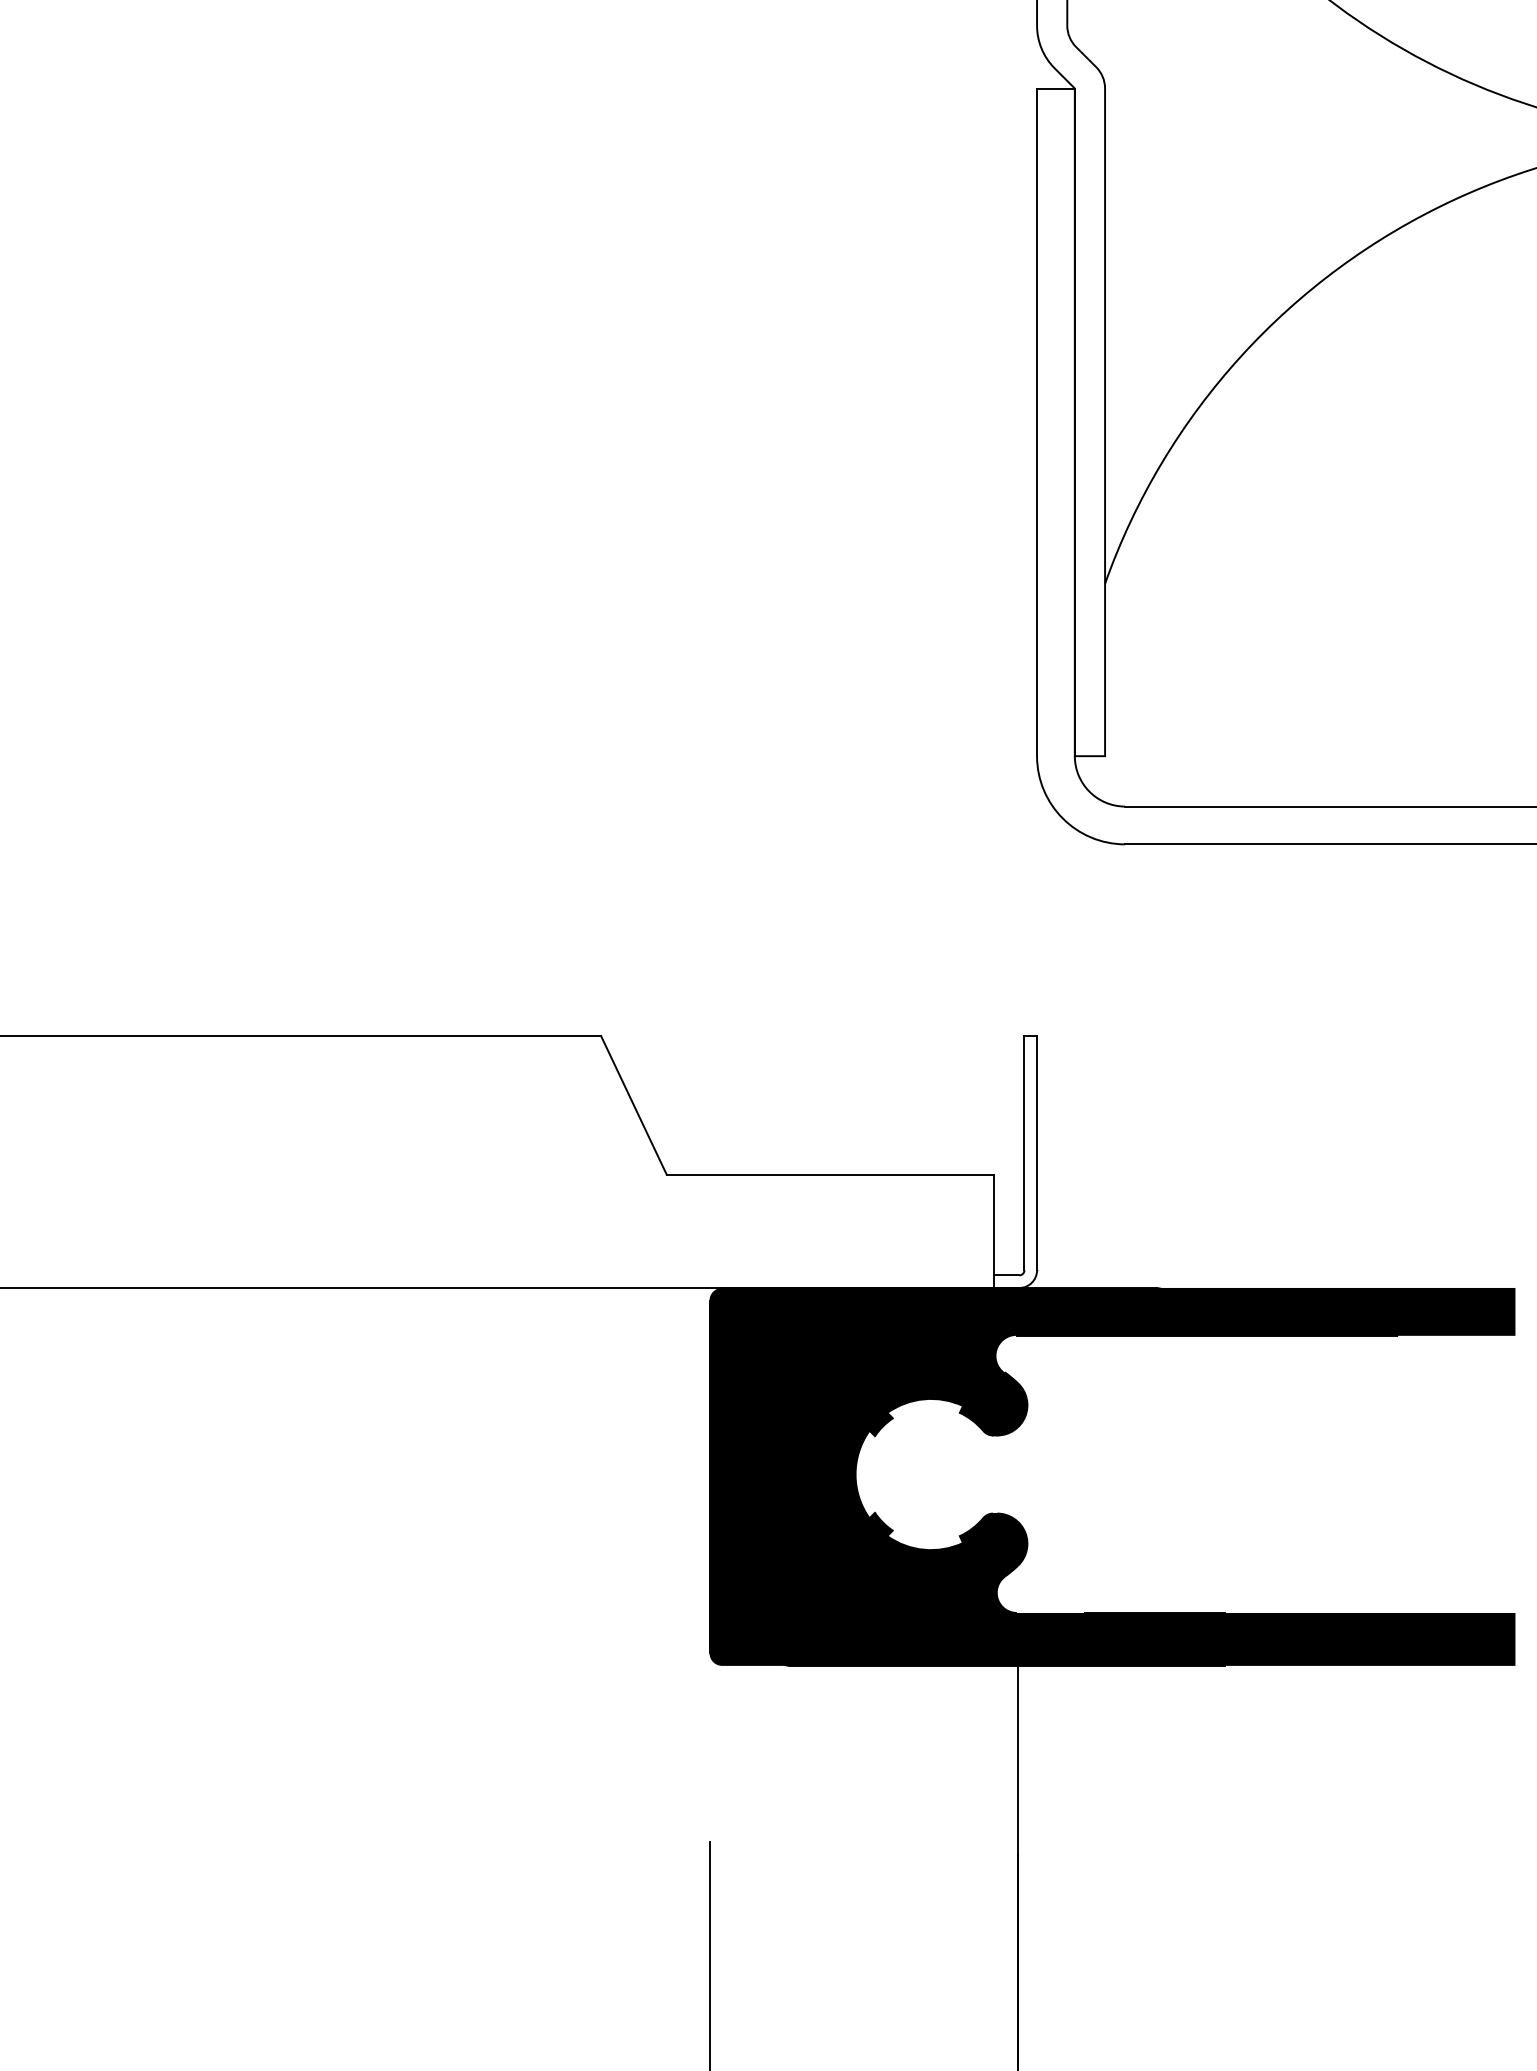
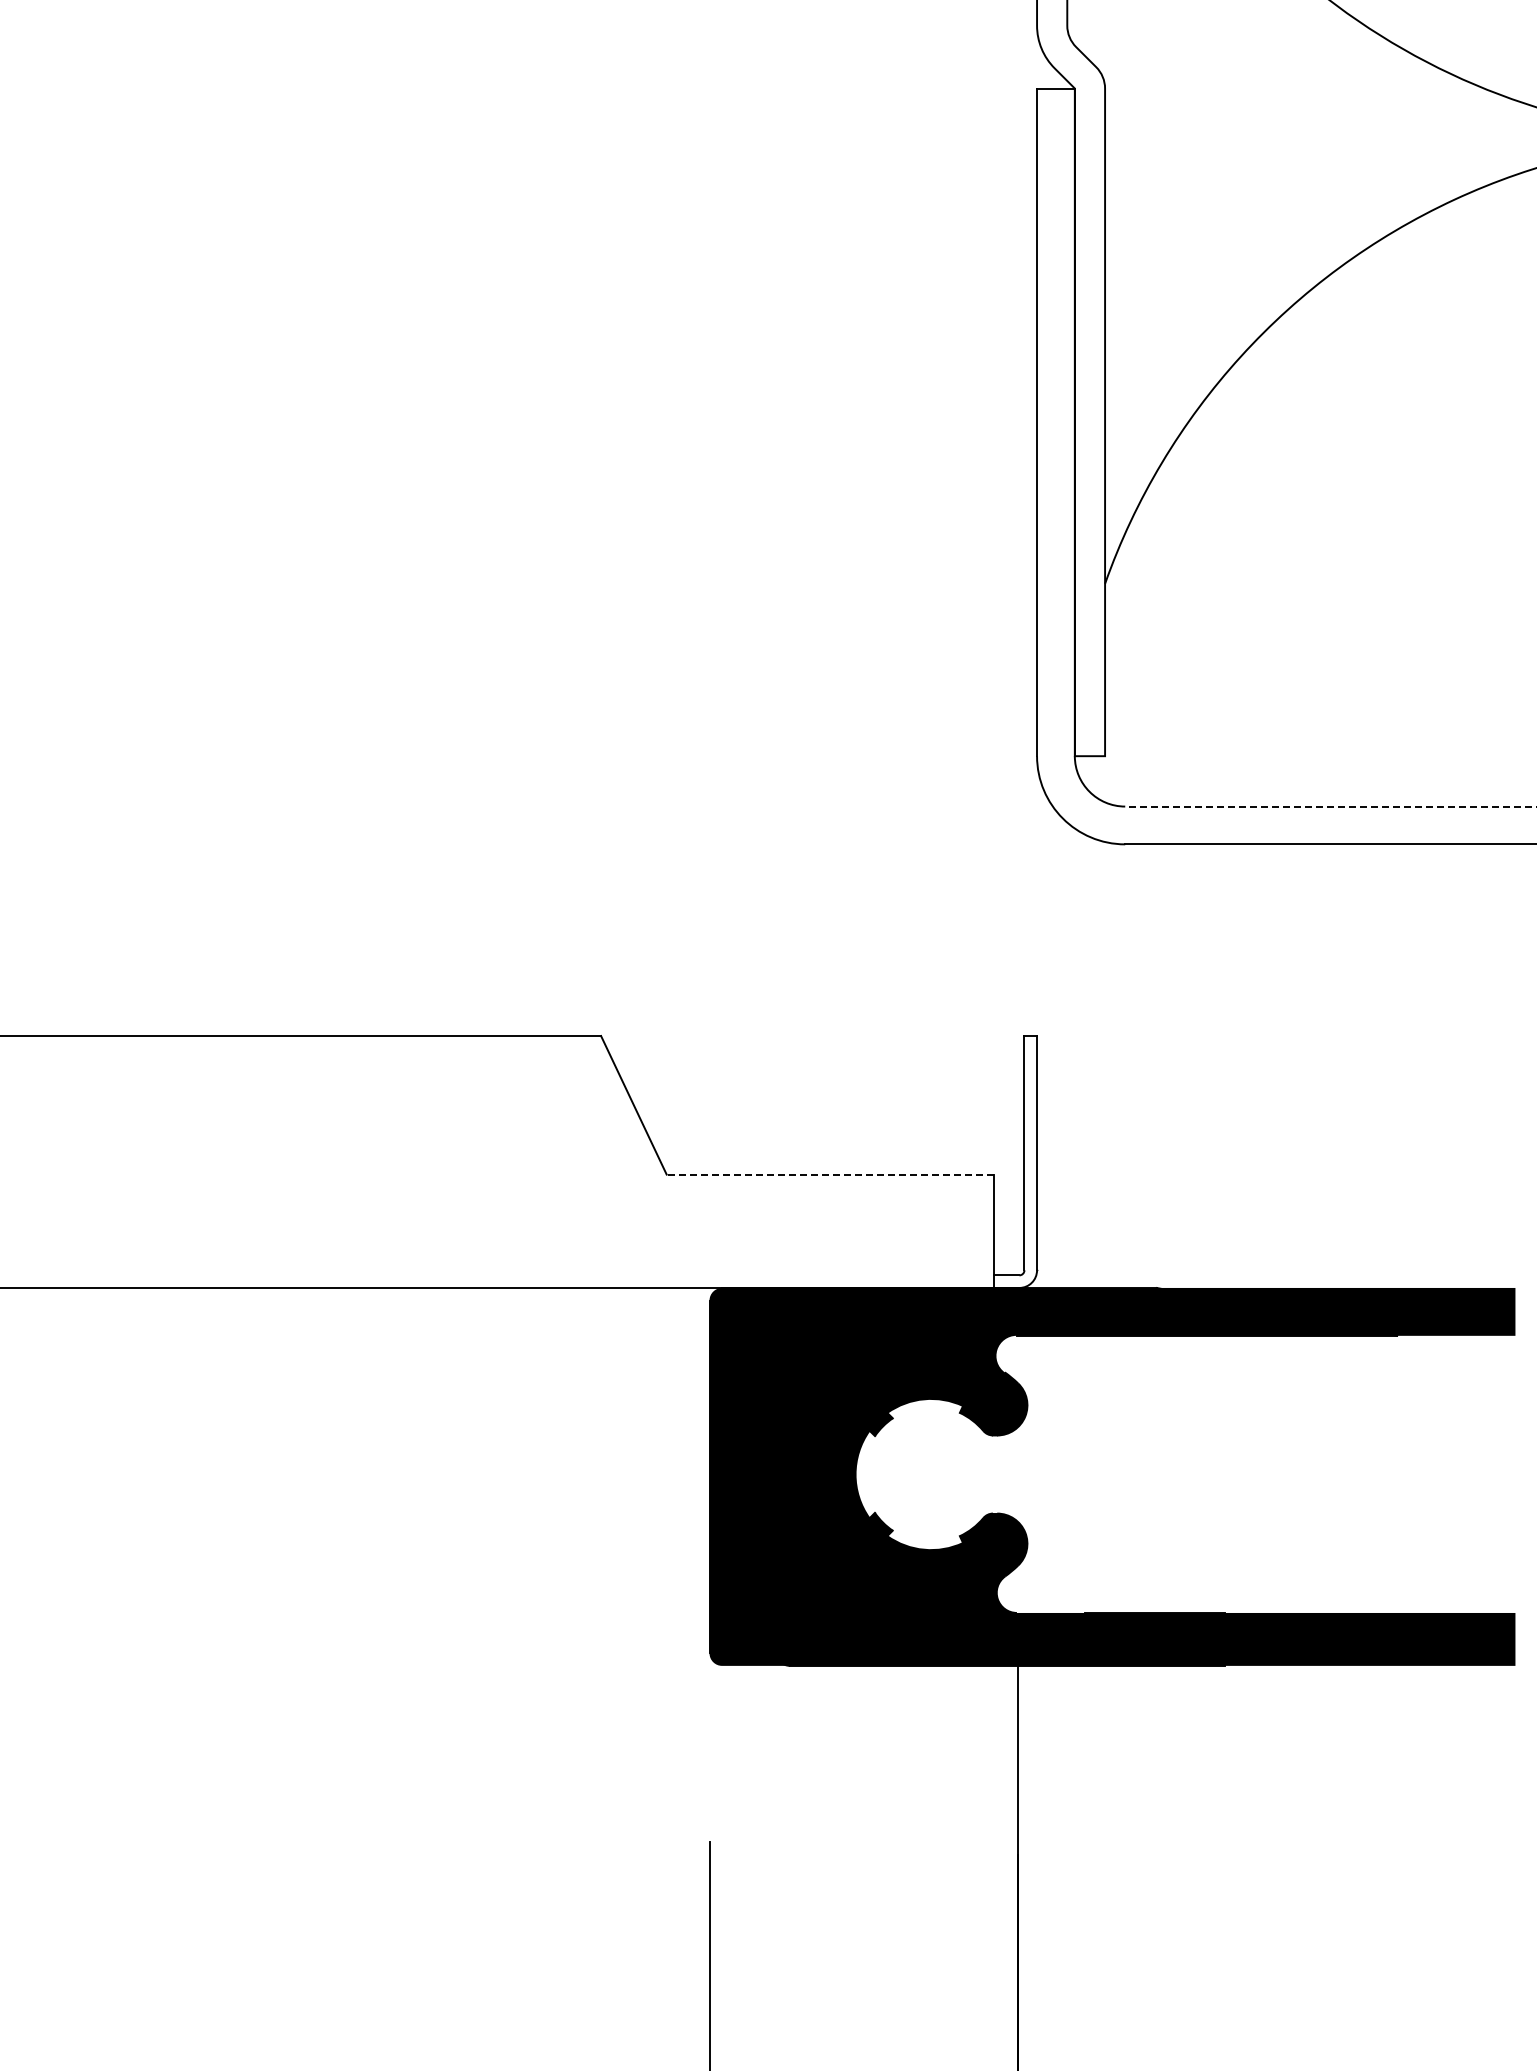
line at (1330, 806): solid -> dashed
line at (830, 1174): solid -> dashed
